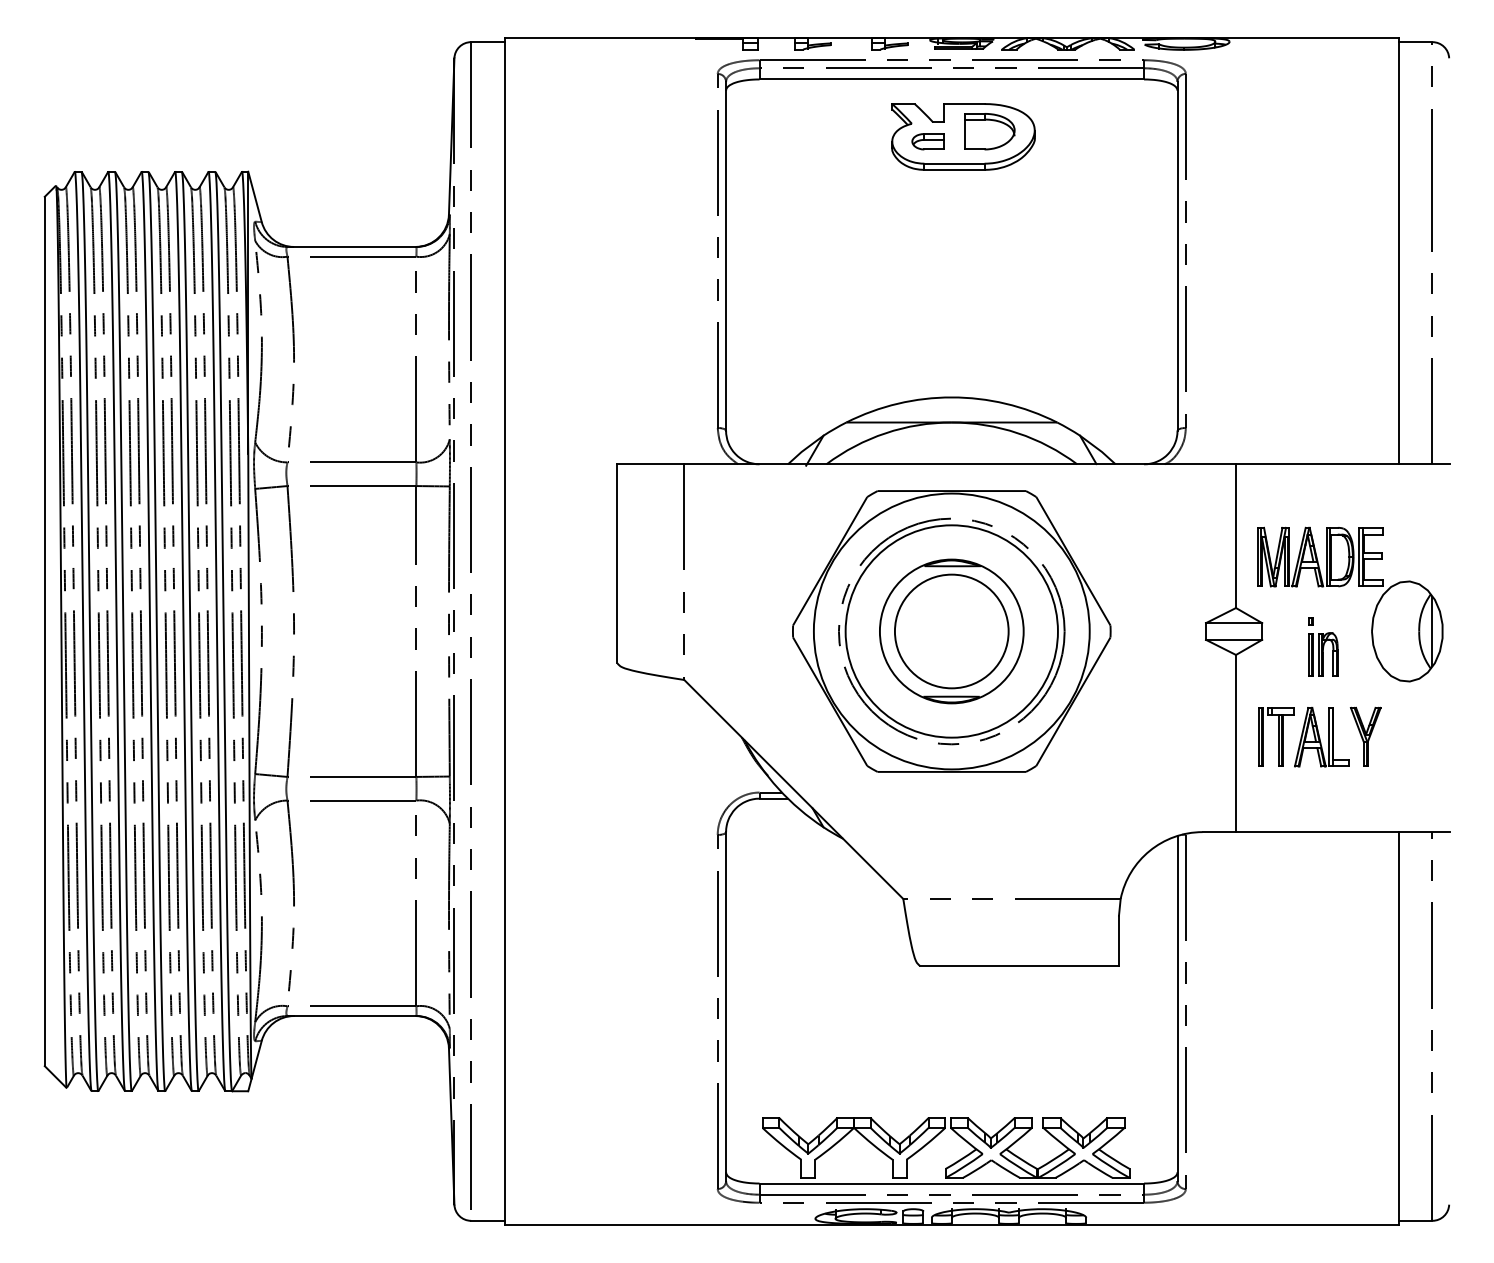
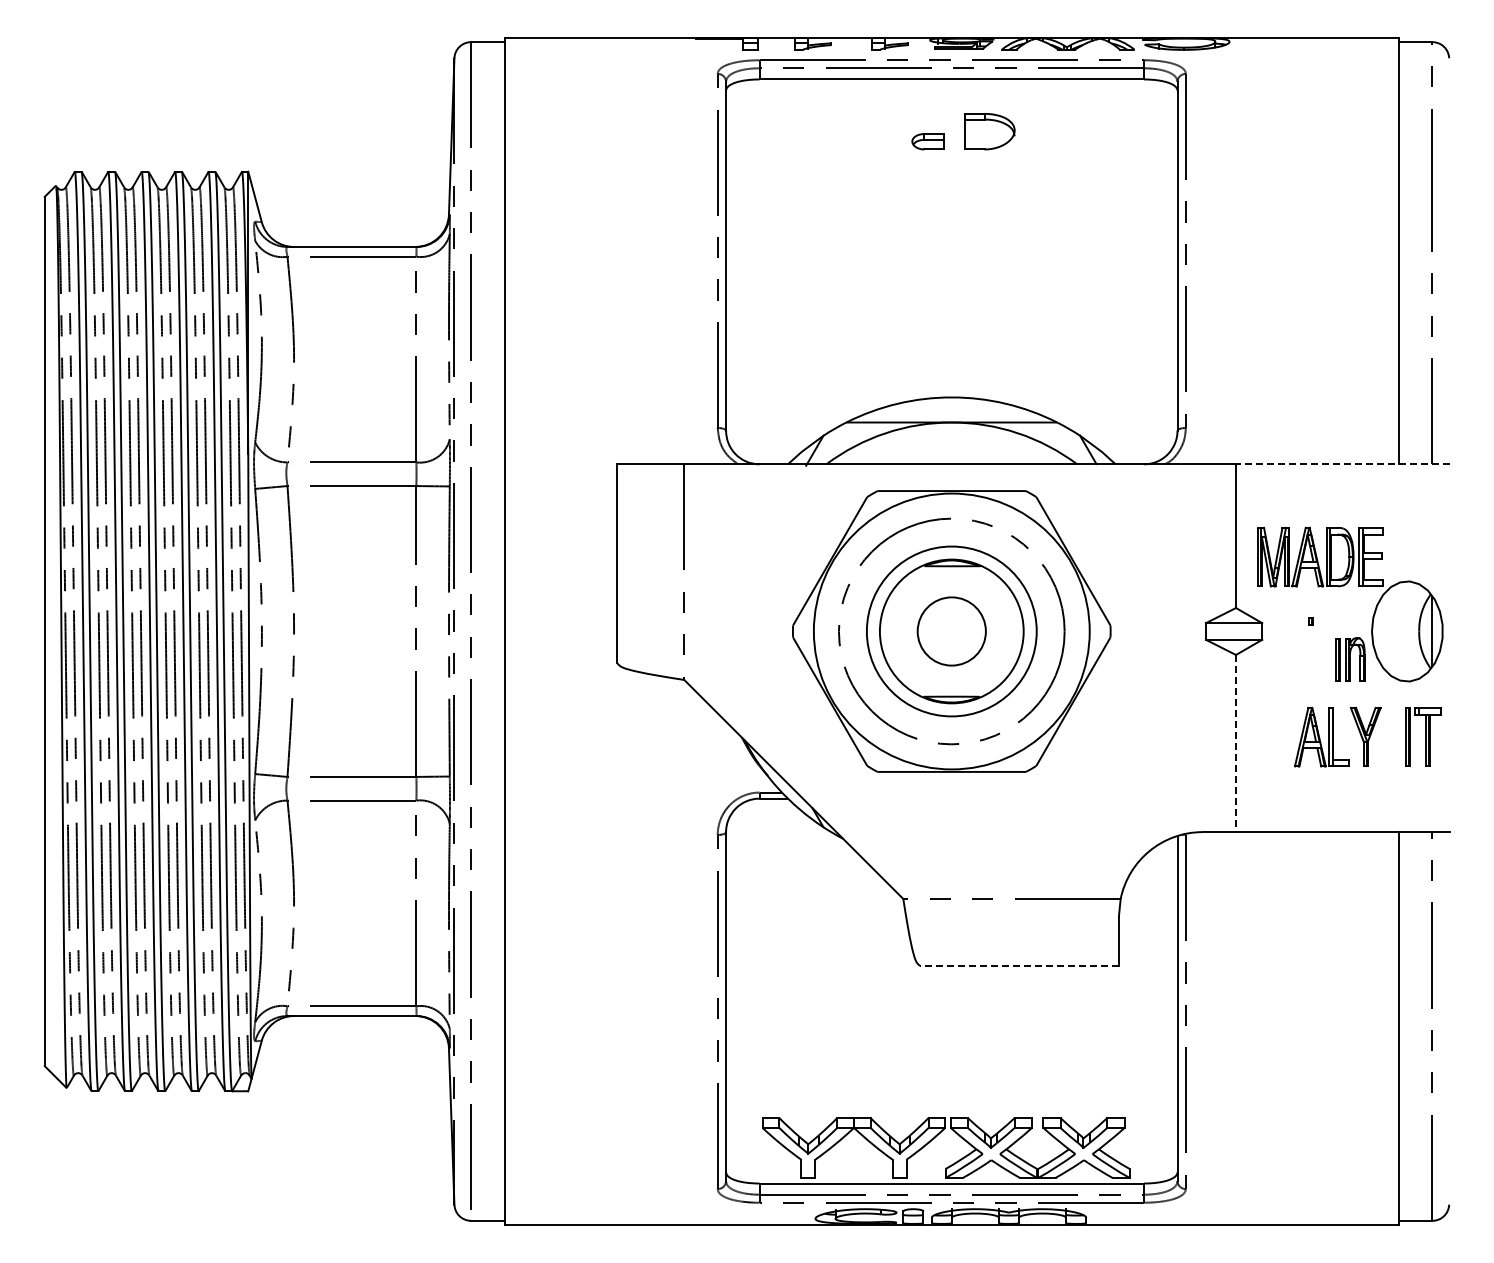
part at (963, 136): present -> none
line at (1342, 464): solid -> dashed
circle at (951, 631) diameter: 114 px -> 68 px
circle at (951, 631) diameter: 212 px -> 170 px
part at (1323, 654) position: (1323, 654) -> (1350, 659)
part at (1276, 736) position: (1276, 736) -> (1423, 736)
line at (1236, 743): solid -> dashed
line at (1019, 965): solid -> dashed
